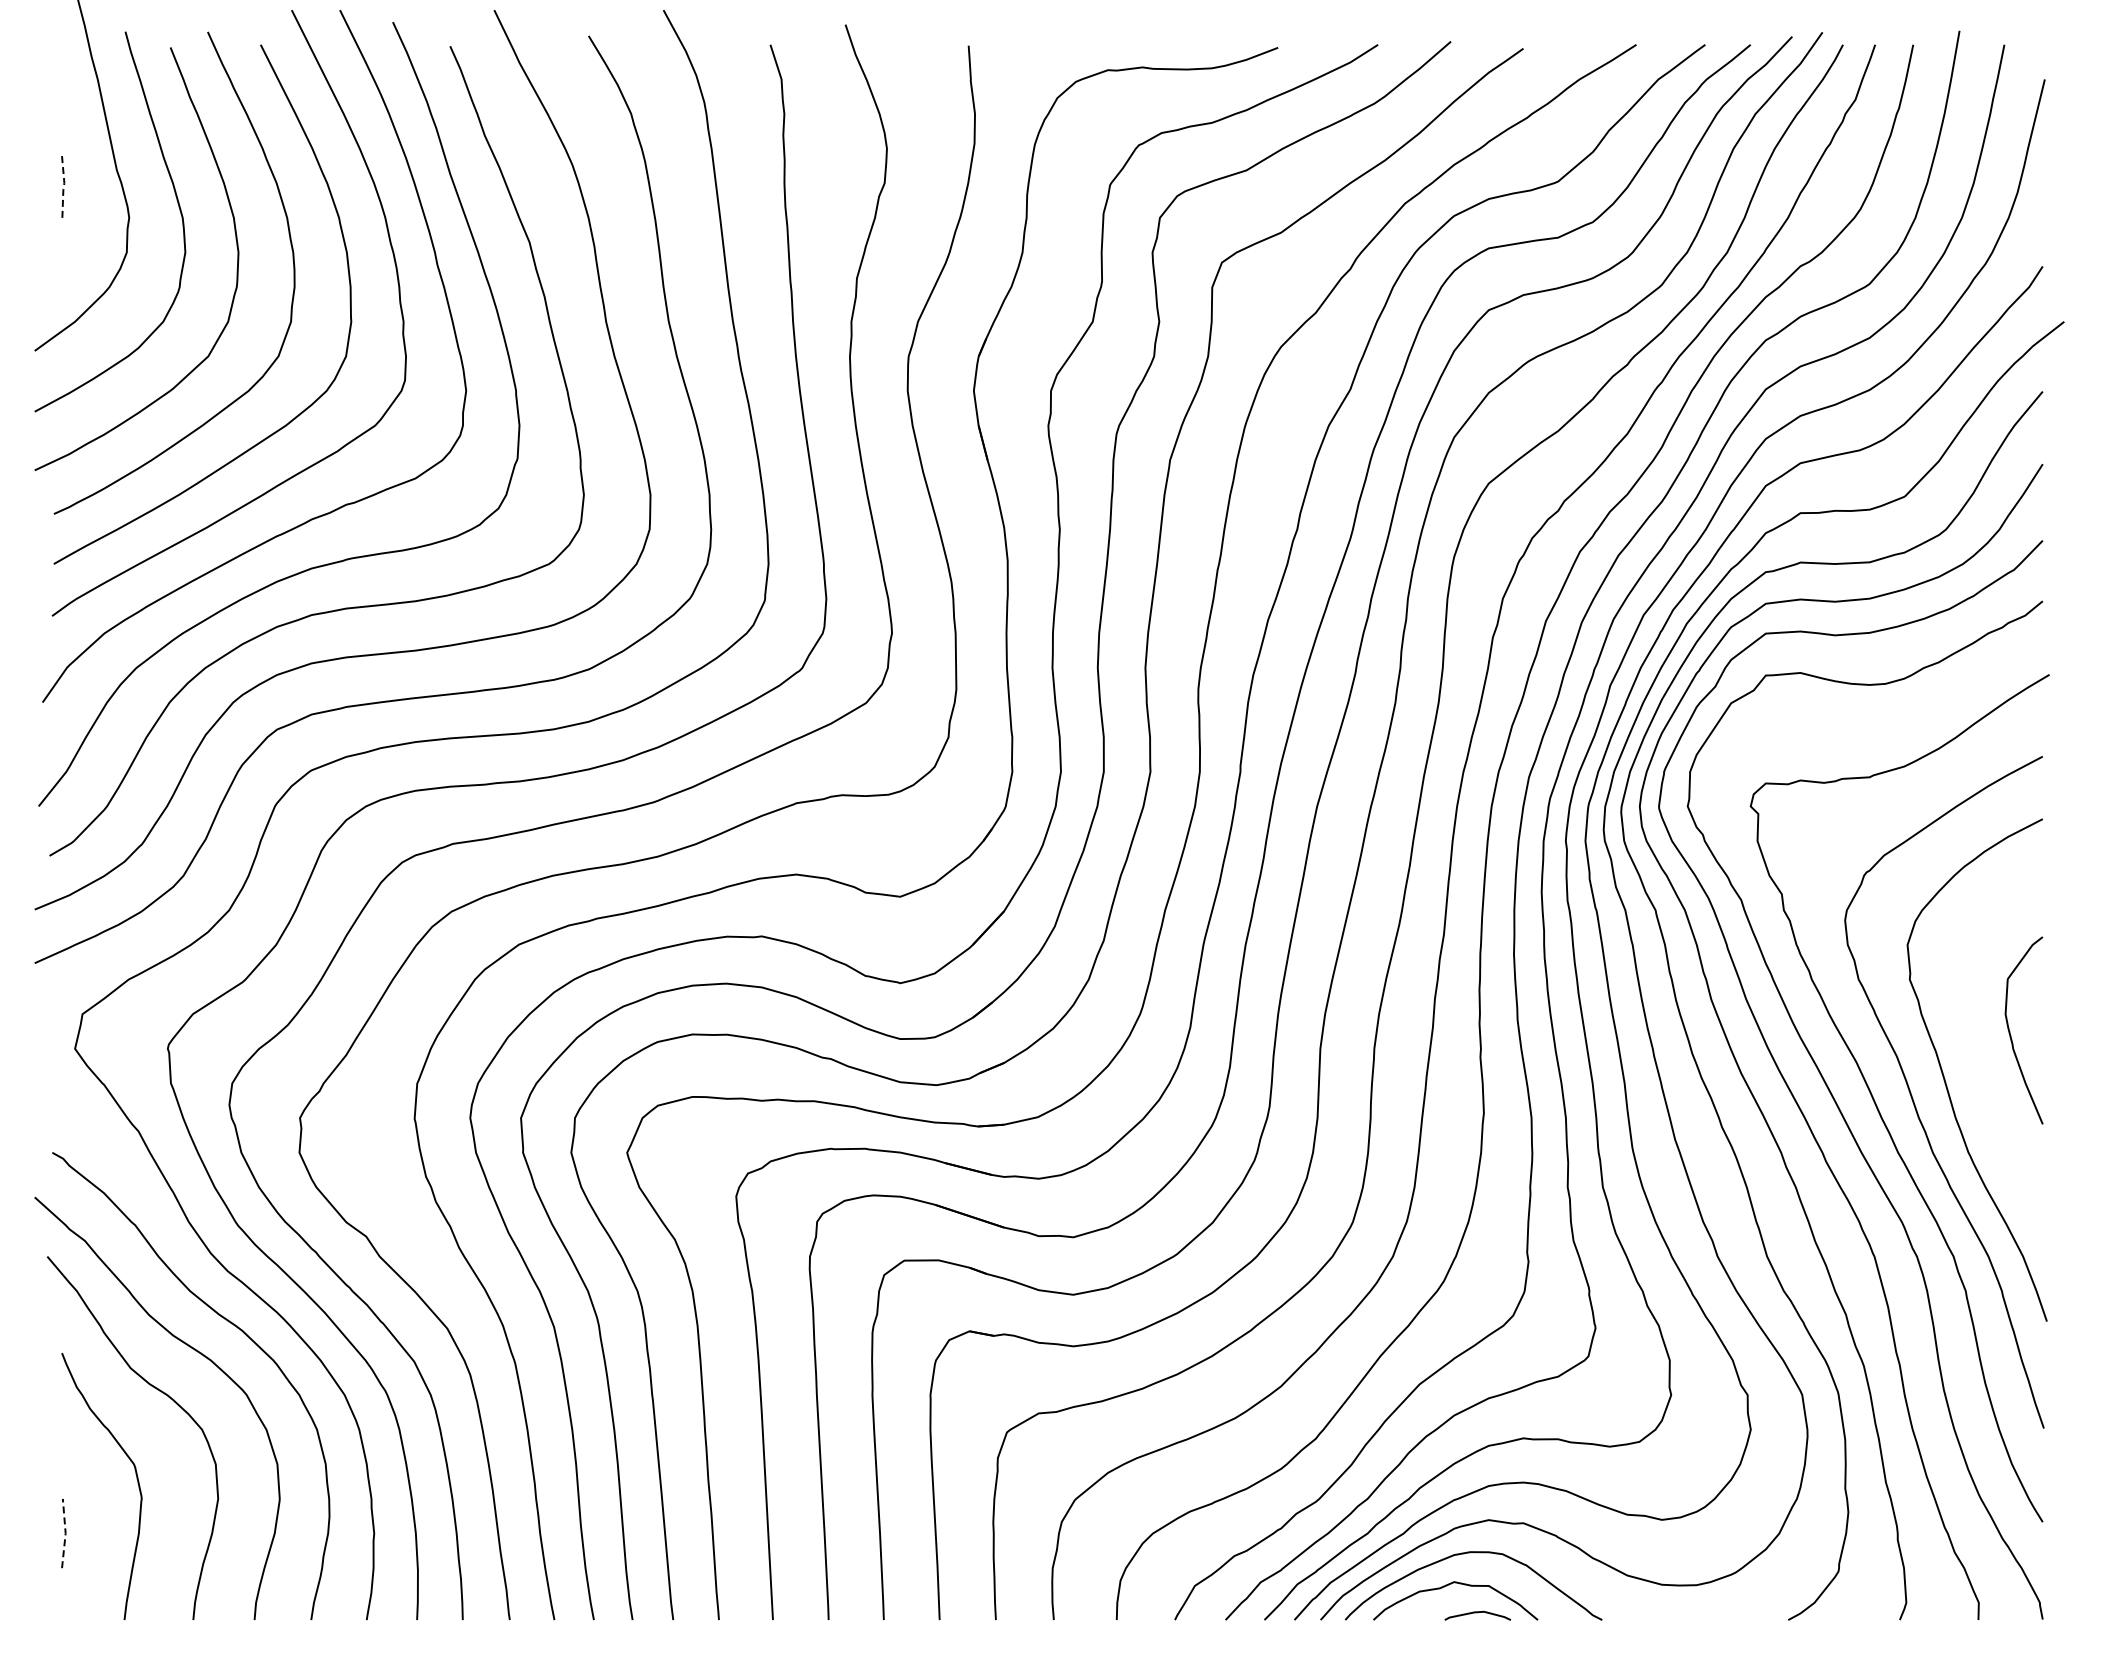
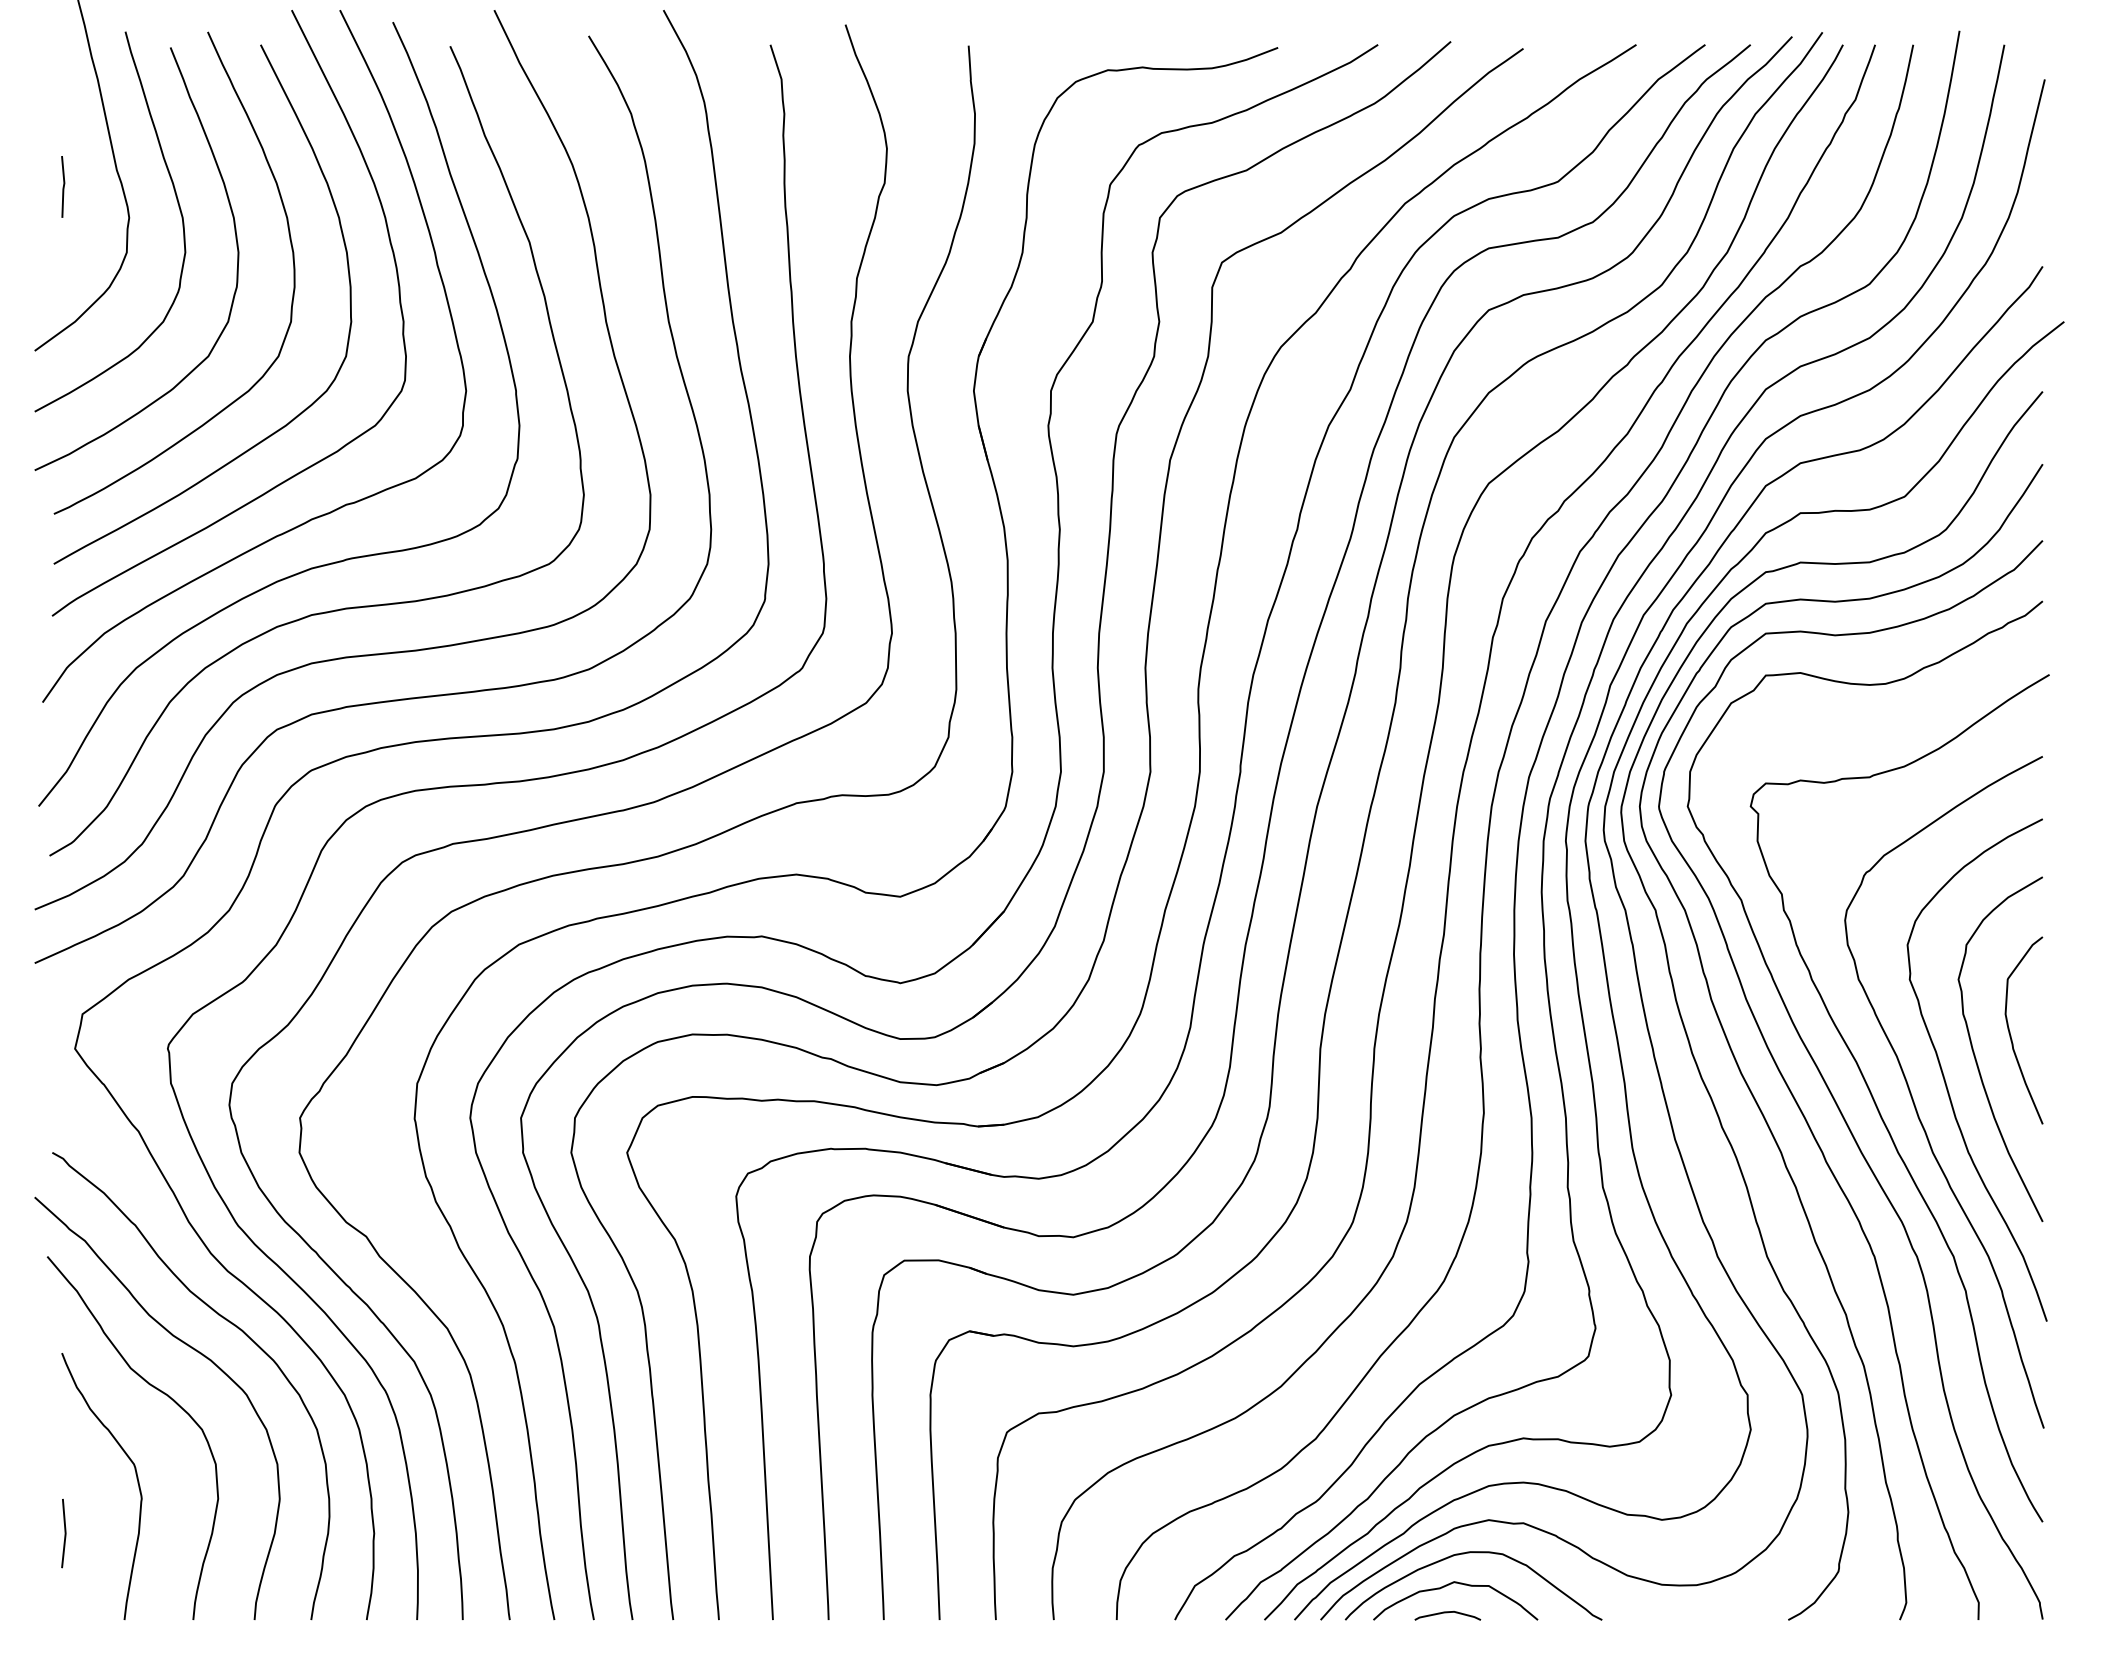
line at (63, 186): dashed -> solid
curve at (1975, 1054): none -> present
line at (65, 1533): dashed -> solid
curve at (1477, 1613) position: (1477, 1613) -> (1447, 1613)
